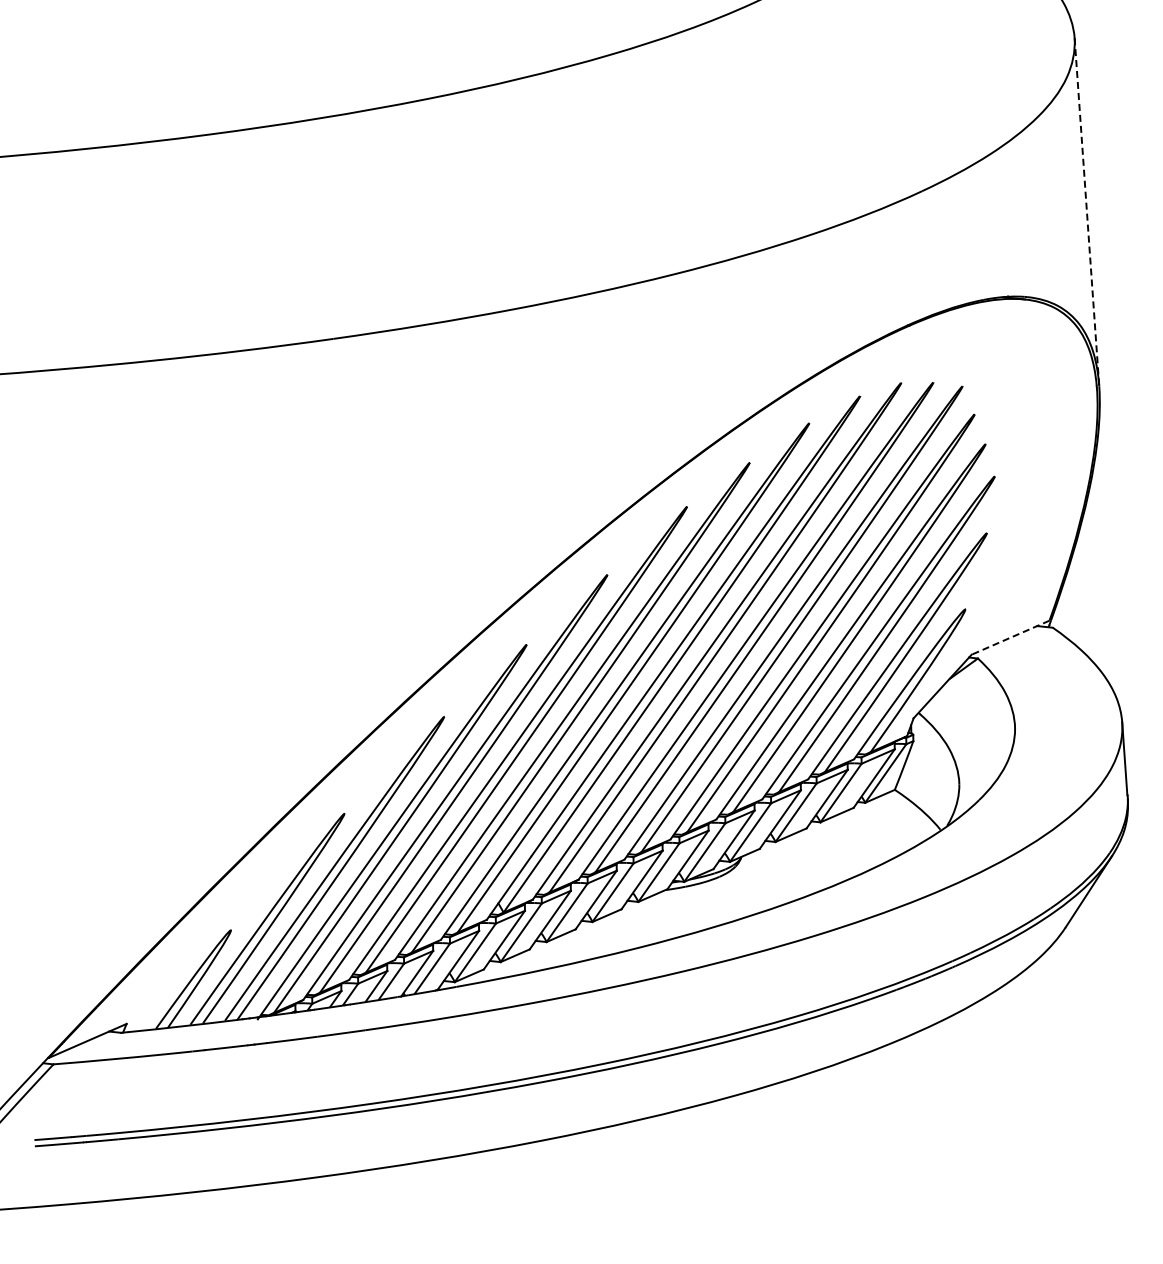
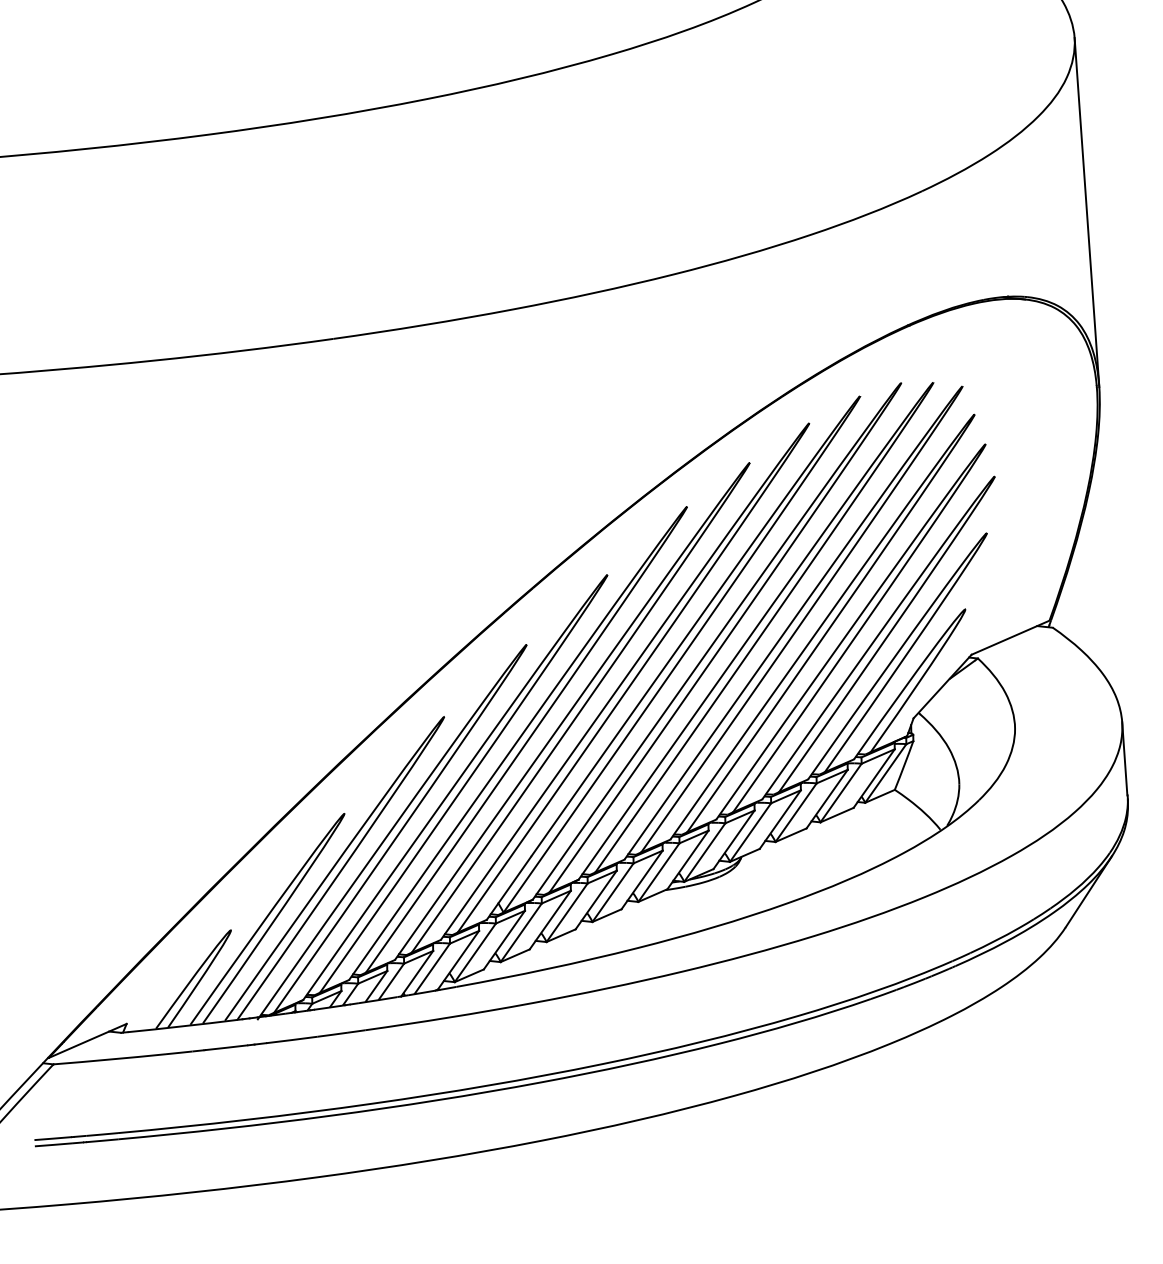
line at (1086, 212): dashed -> solid
line at (1010, 637): dashed -> solid
